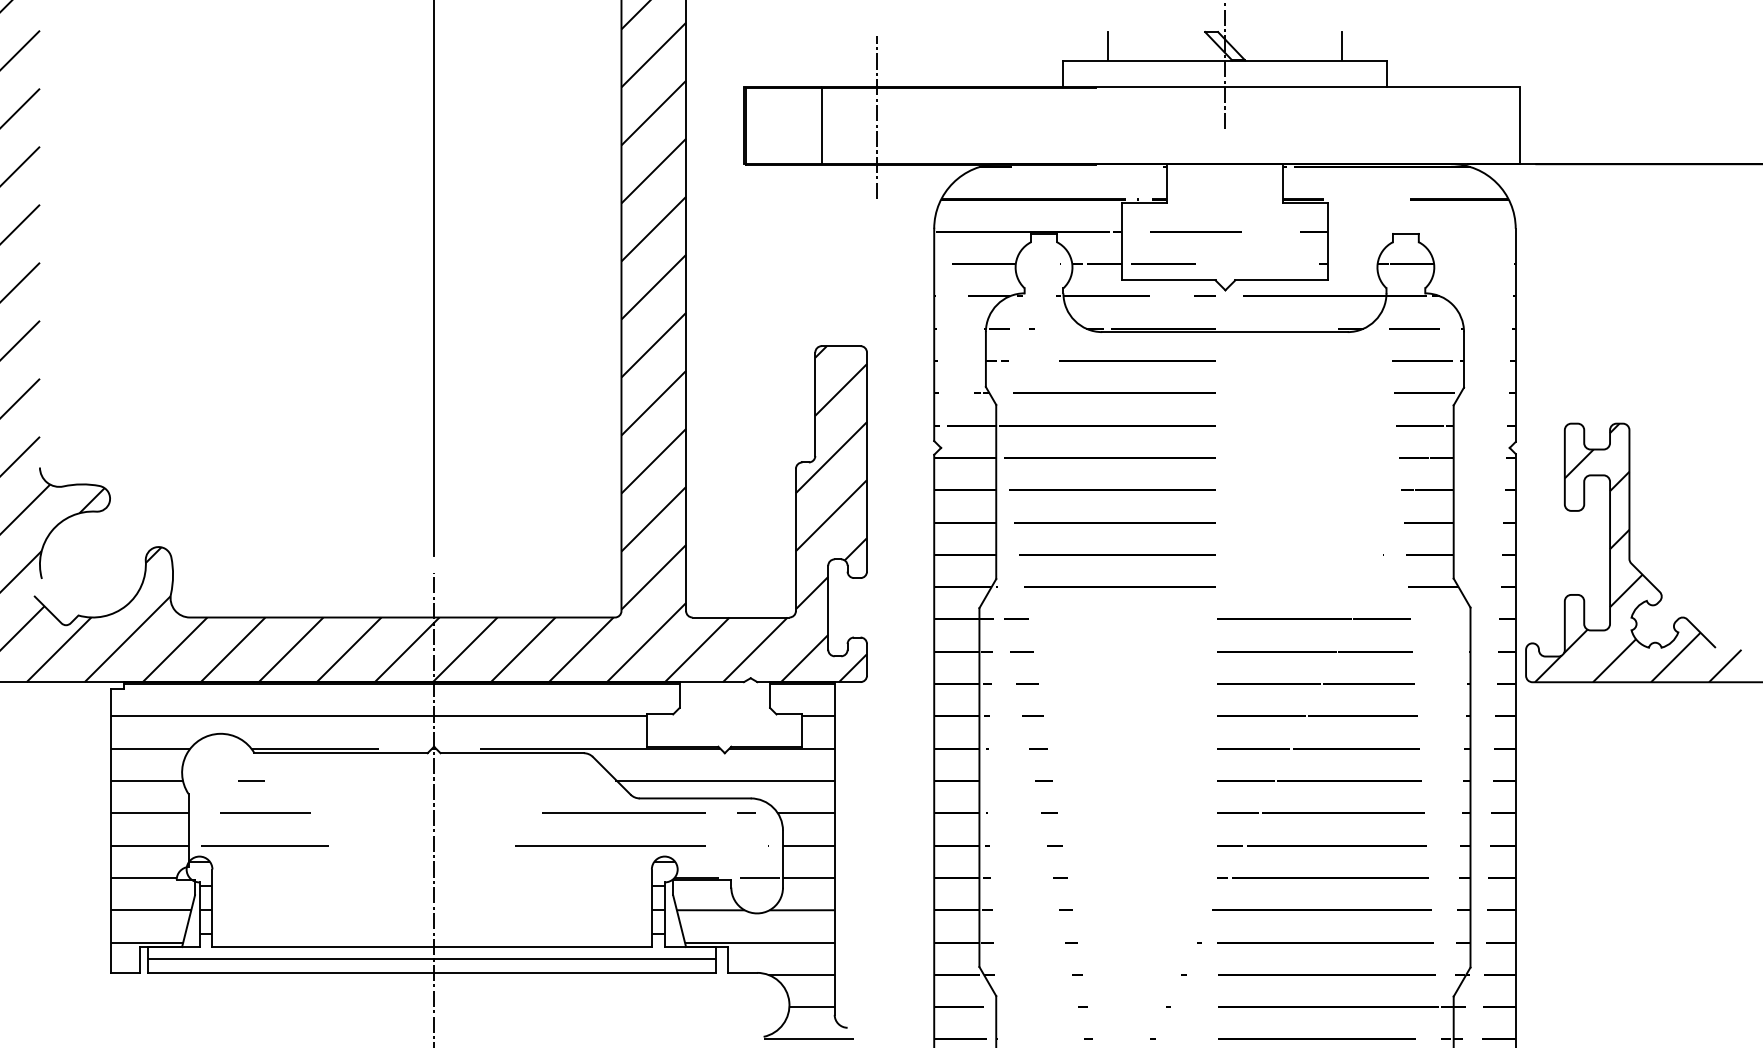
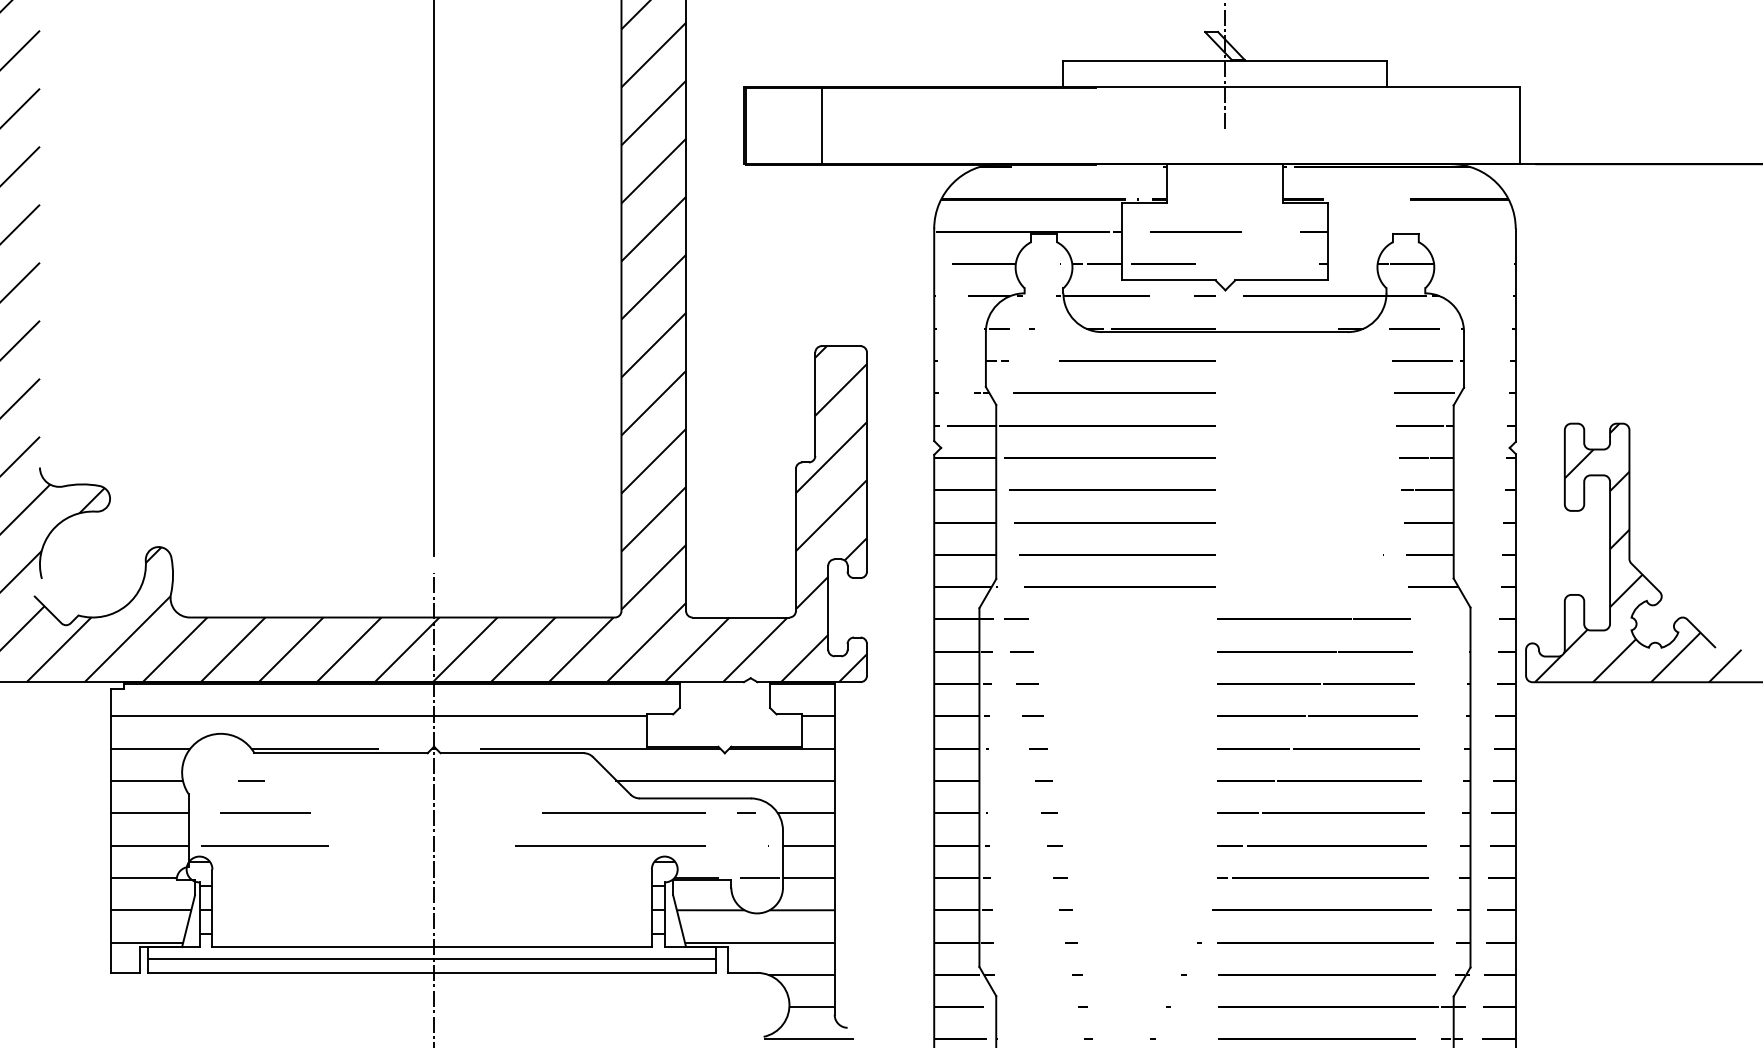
line at (1108, 46): present -> none
line at (1342, 46): present -> none
line at (877, 117): present -> none
